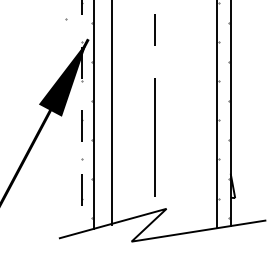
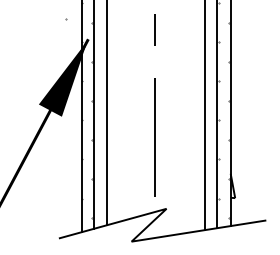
line at (111, 113) position: (111, 113) -> (106, 113)
line at (82, 116): dashed -> solid
line at (204, 116): none -> present
